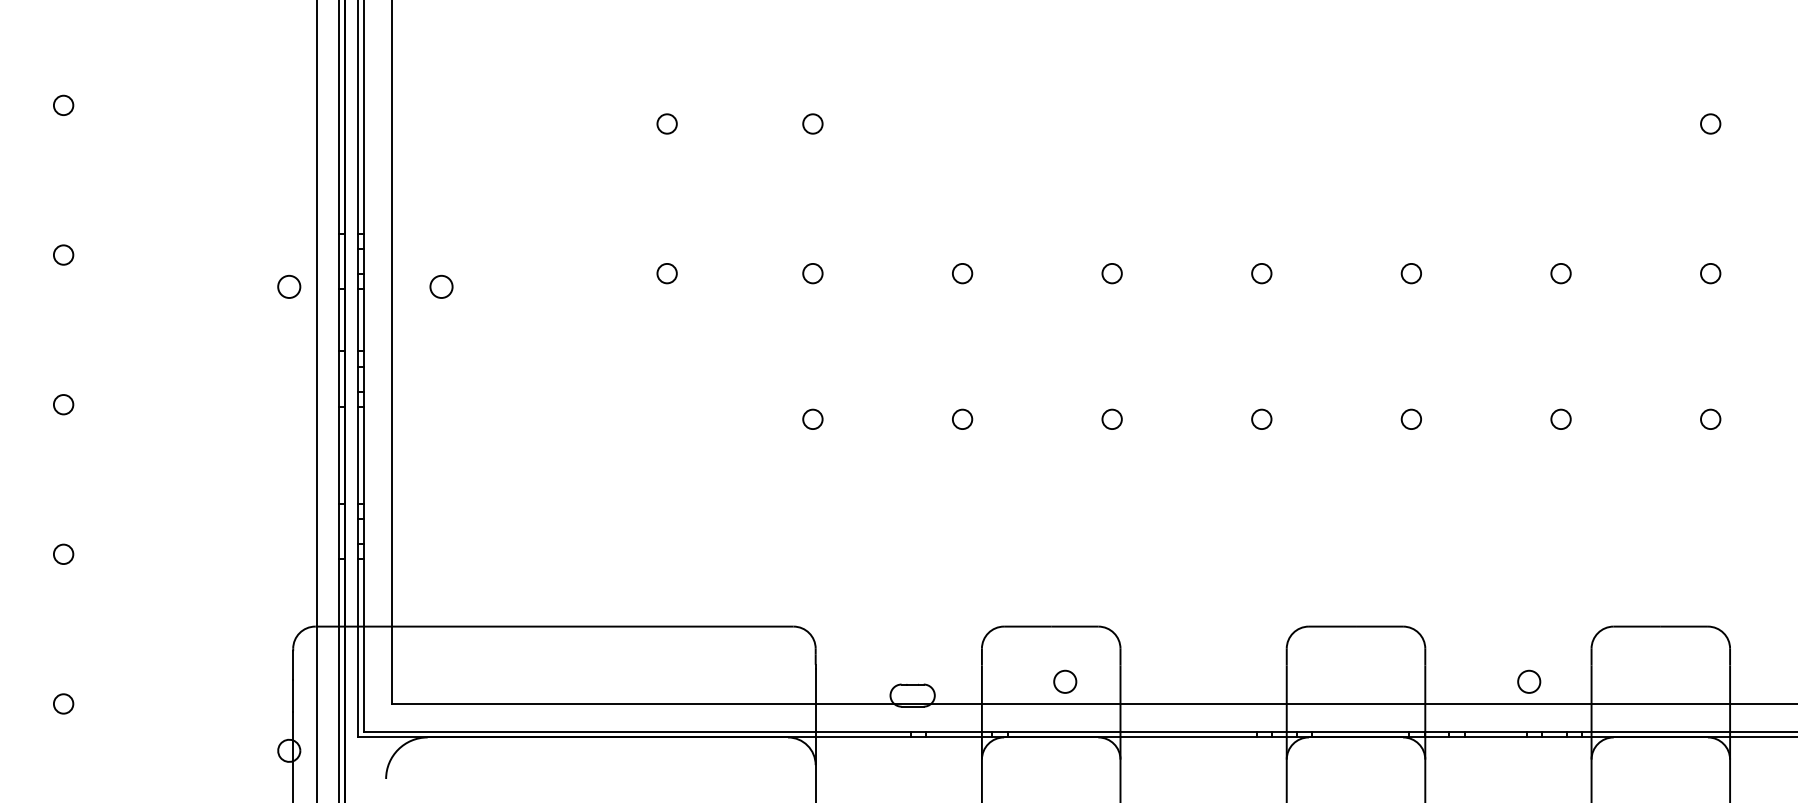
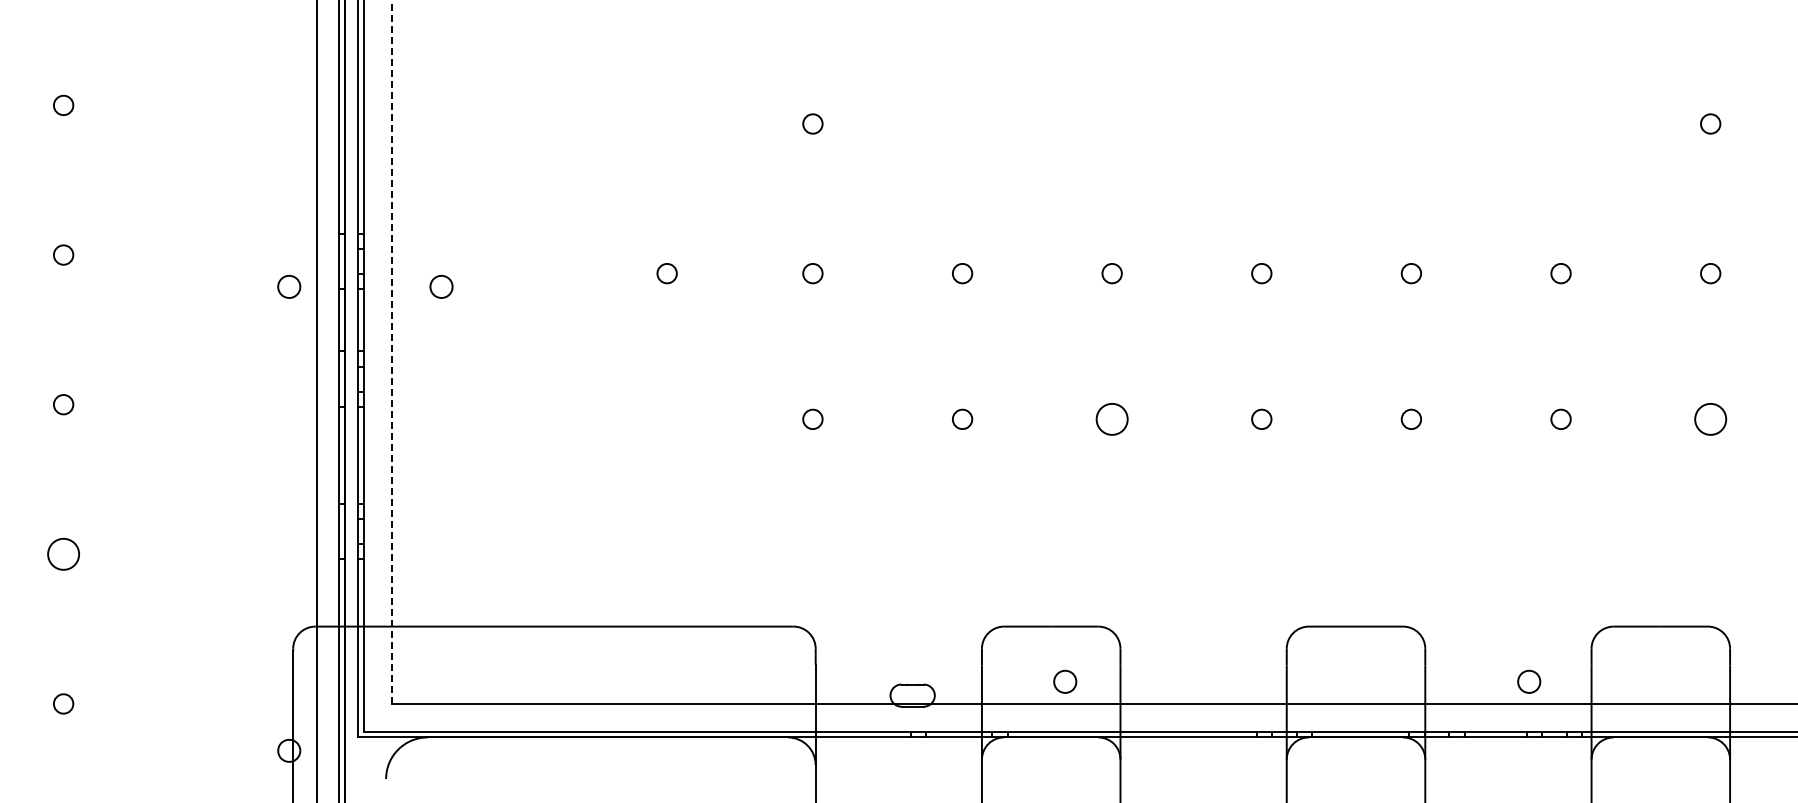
circle at (666, 123): present -> none
line at (391, 352): solid -> dashed
circle at (1111, 419) diameter: 19 px -> 31 px
circle at (1710, 419) diameter: 19 px -> 31 px
circle at (63, 554) diameter: 19 px -> 31 px
